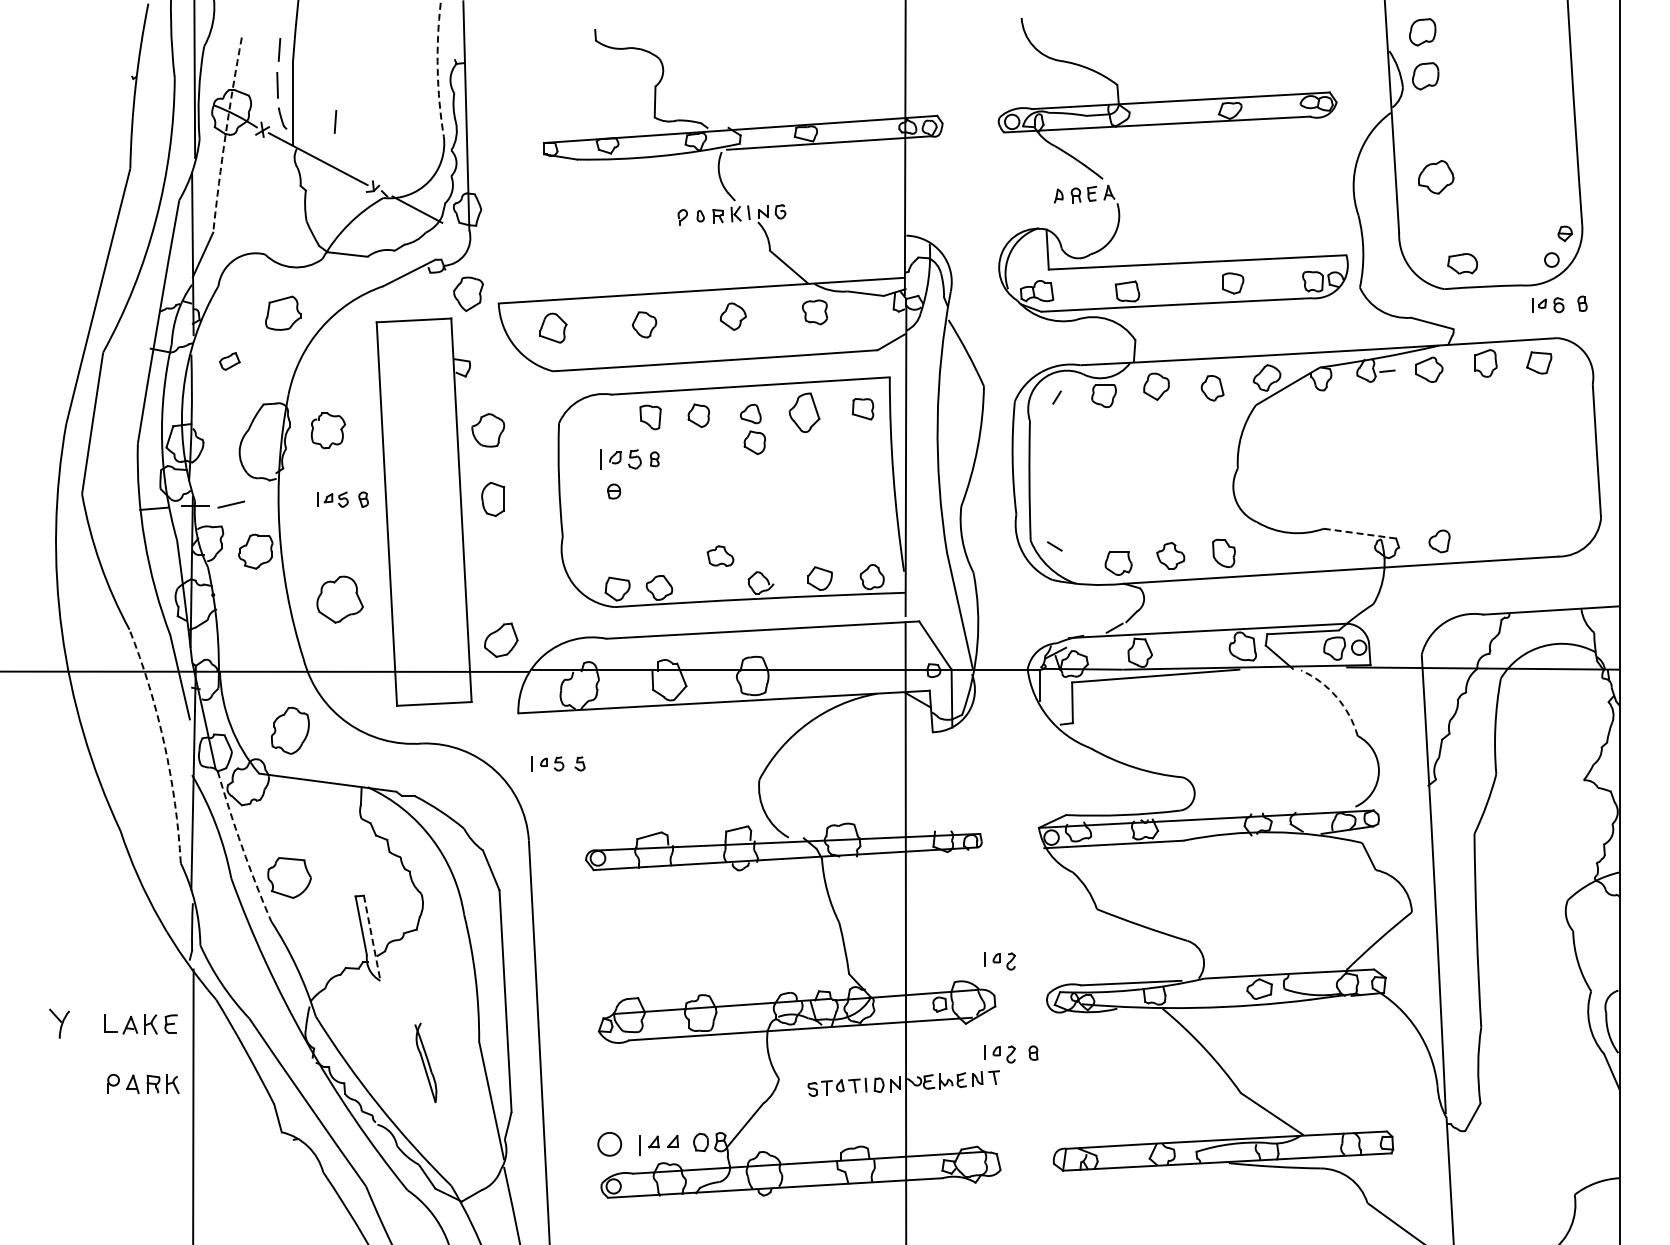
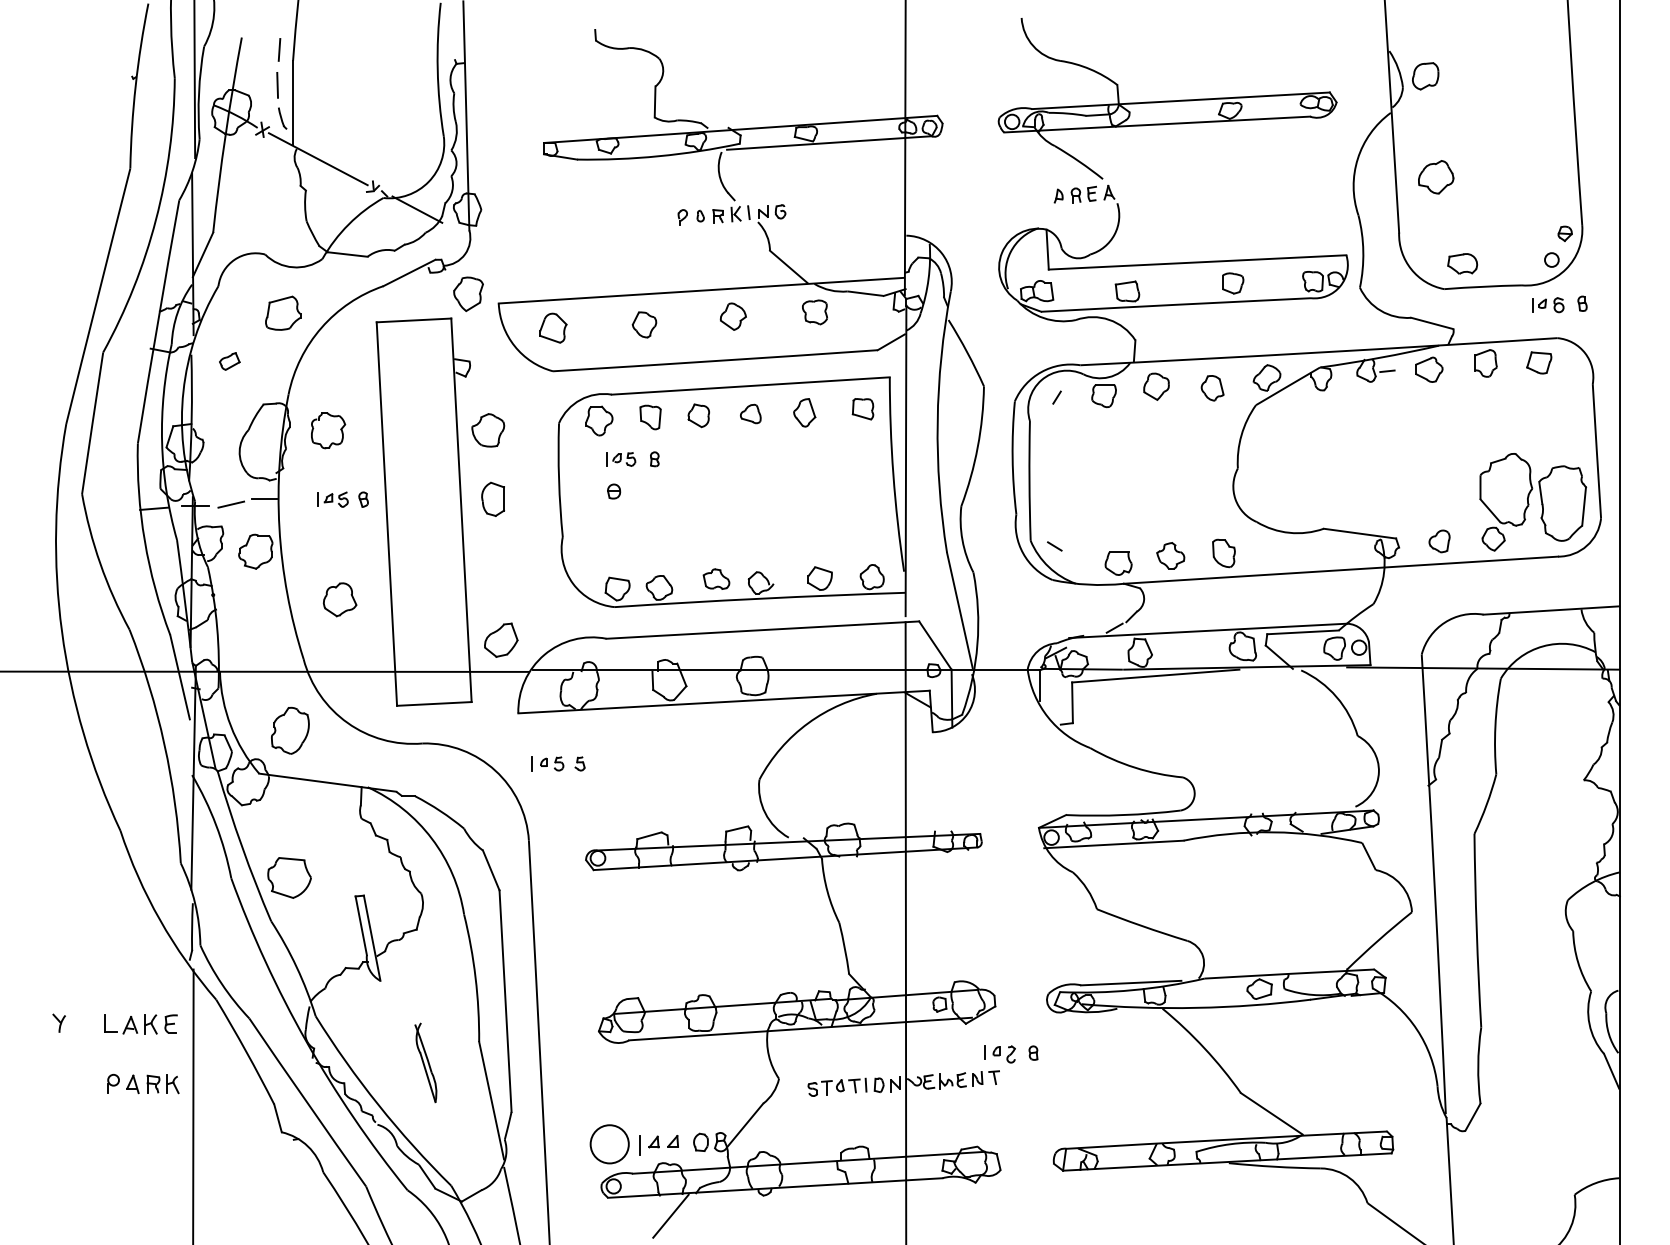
part at (1422, 32): present -> none
arc at (437, 69): dashed -> solid
line at (335, 121): present -> none
arc at (225, 134): dashed -> solid
part at (804, 412) size: 33x41 px -> 24x30 px
part at (599, 420): none -> present
part at (754, 442): present -> none
part at (620, 459) size: 42x21 px -> 31x15 px
line at (263, 499): none -> present
part at (1533, 502): none -> present
line at (1360, 533): dashed -> solid
part at (720, 555) position: (720, 555) -> (716, 578)
part at (339, 599) size: 48x49 px -> 36x36 px
arc at (1336, 697): dashed -> solid
arc at (164, 744): dashed -> solid
arc at (242, 847): dashed -> solid
line at (372, 938): dashed -> solid
part at (999, 961): present -> none
part at (59, 1023) size: 21x31 px -> 14x20 px
circle at (609, 1143) diameter: 23 px -> 38 px
line at (670, 1215): none -> present
